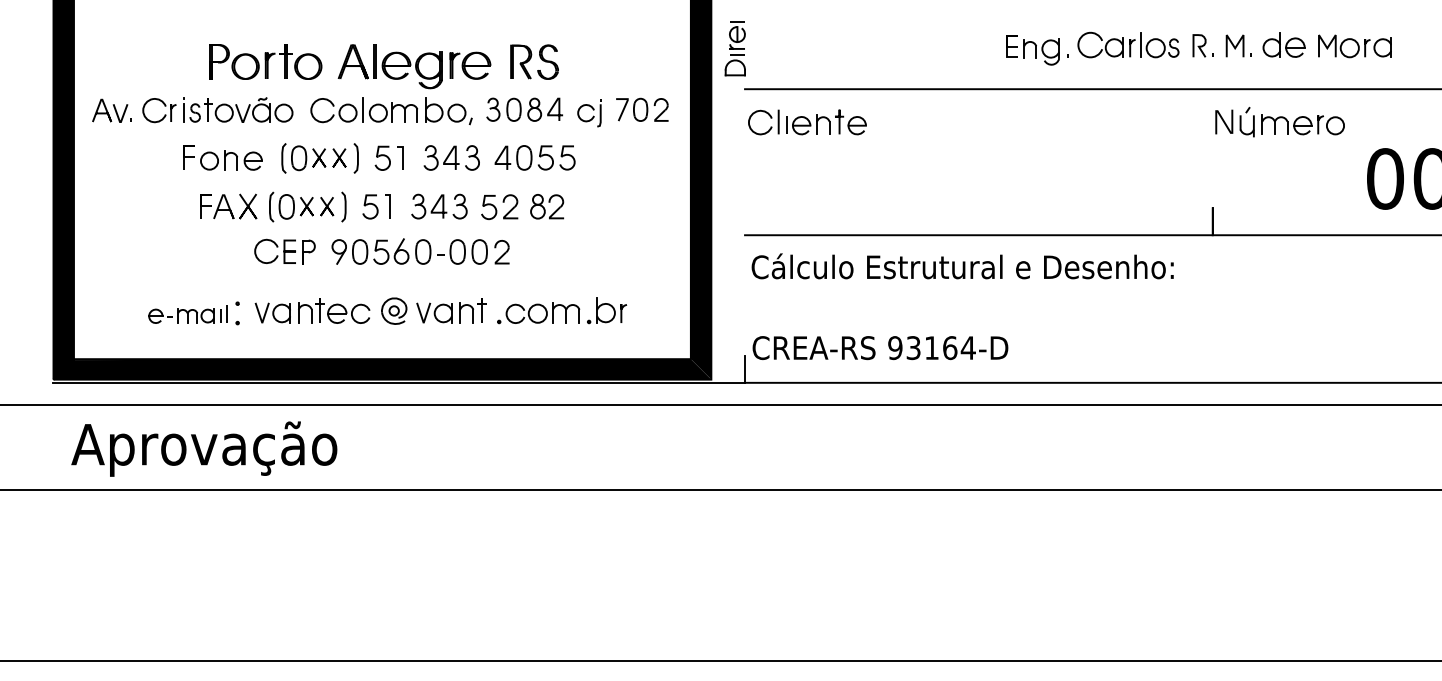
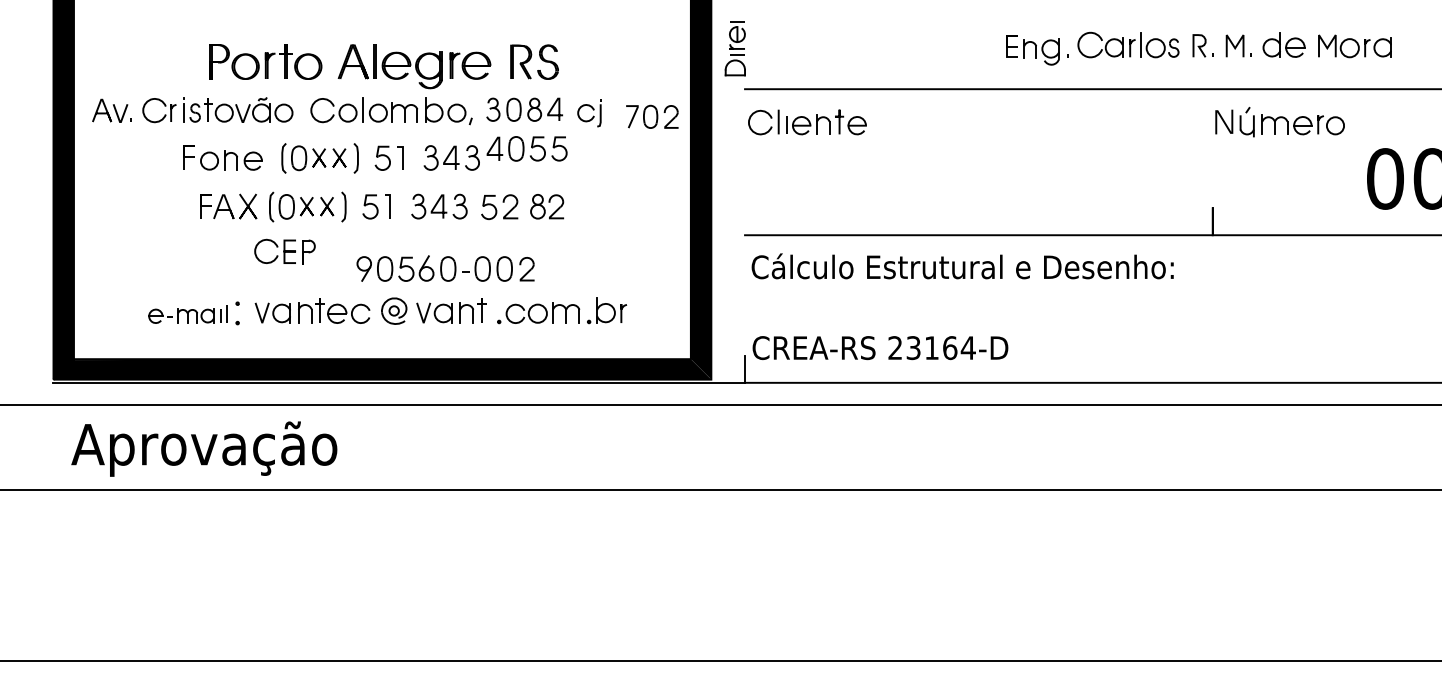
part at (642, 109) position: (642, 109) -> (652, 116)
part at (534, 157) position: (534, 157) -> (526, 148)
part at (420, 251) position: (420, 251) -> (445, 268)
text at (895, 348): 93164-D -> 23164-D
